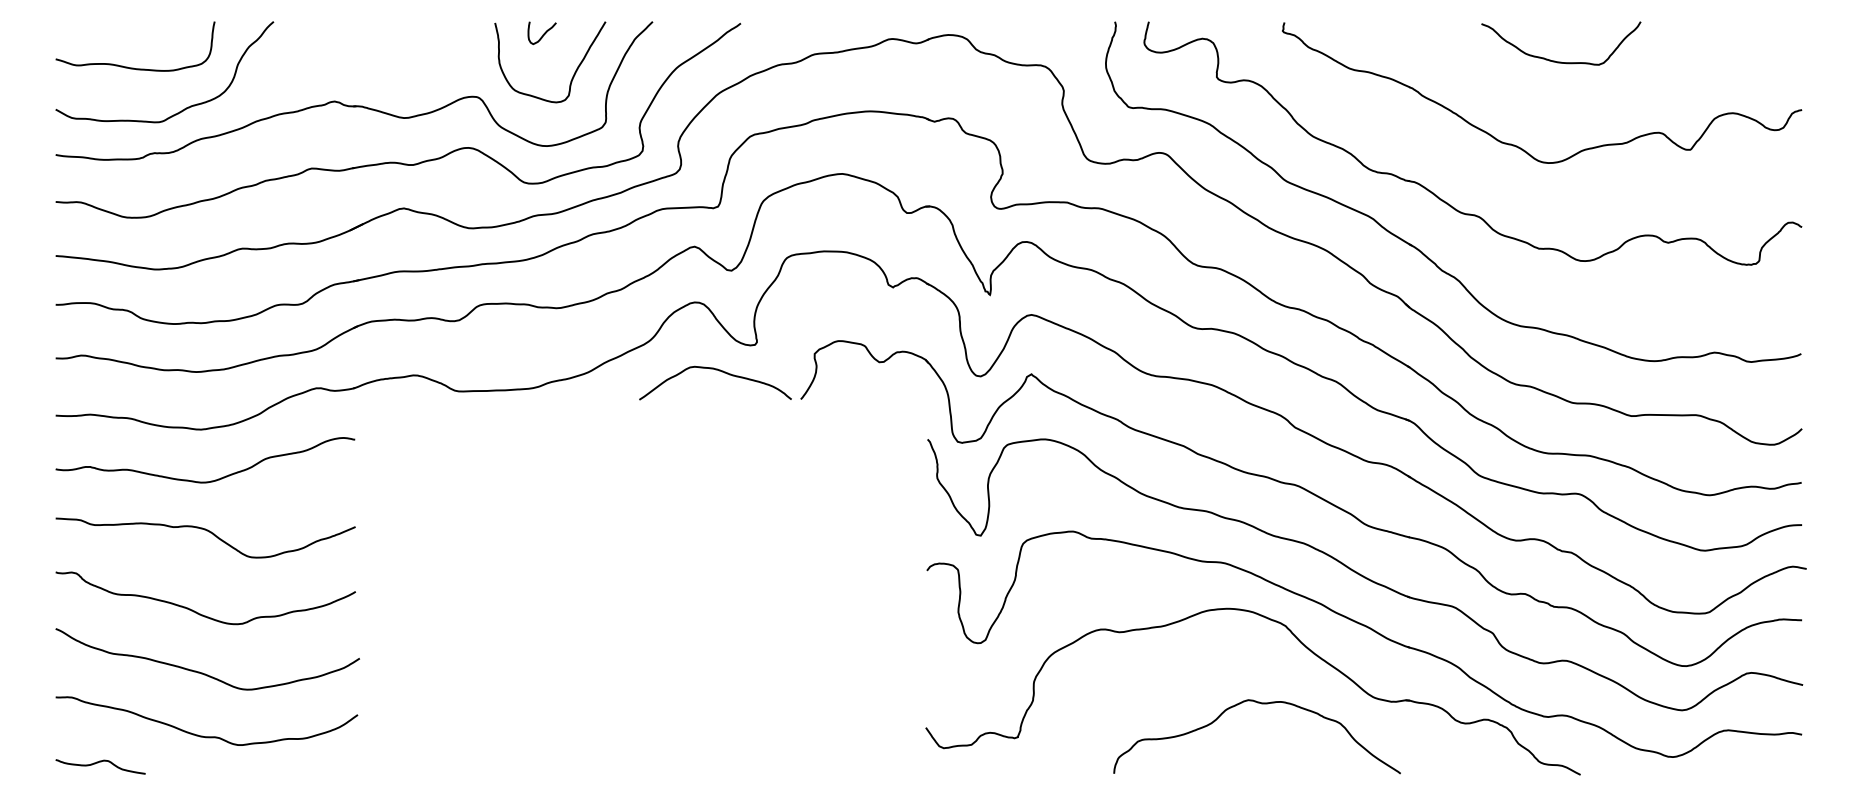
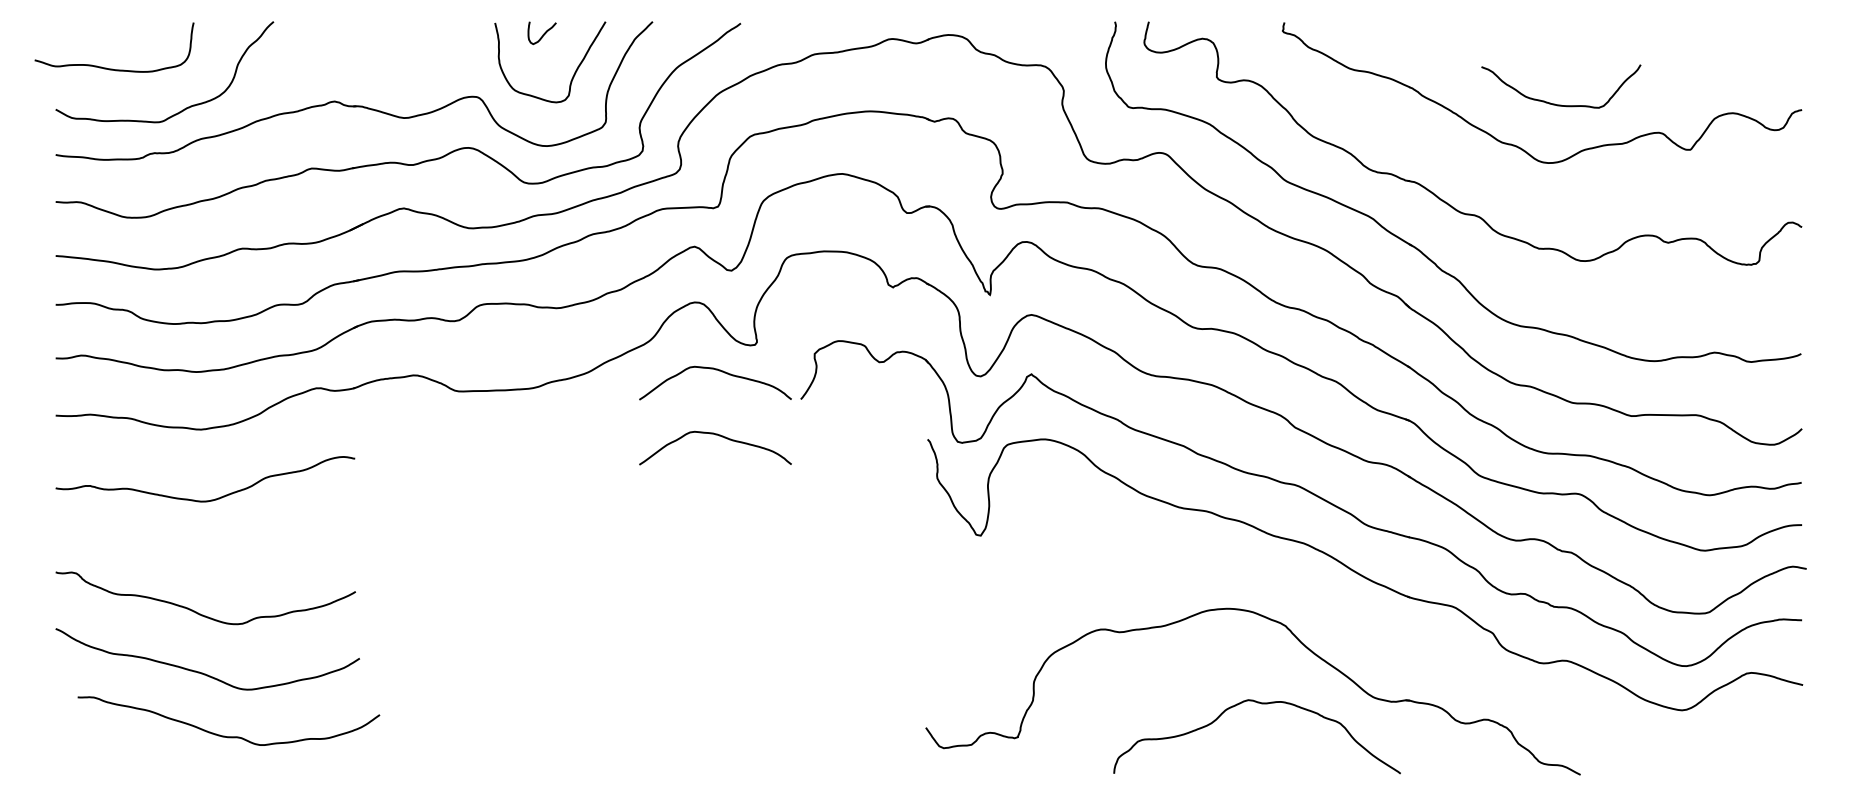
curve at (1561, 61) position: (1561, 61) -> (1561, 104)
curve at (133, 67) position: (133, 67) -> (112, 68)
curve at (719, 436): none -> present
curve at (211, 480) position: (211, 480) -> (211, 499)
curve at (206, 531): present -> none
part at (1371, 630): present -> none
curve at (202, 735) position: (202, 735) -> (224, 735)
curve at (98, 763): present -> none
